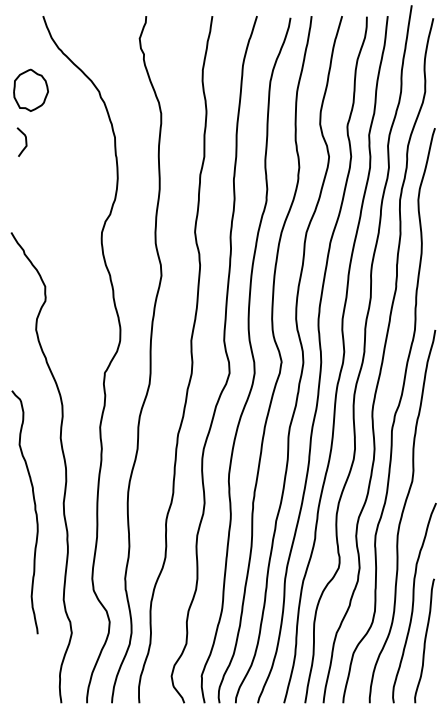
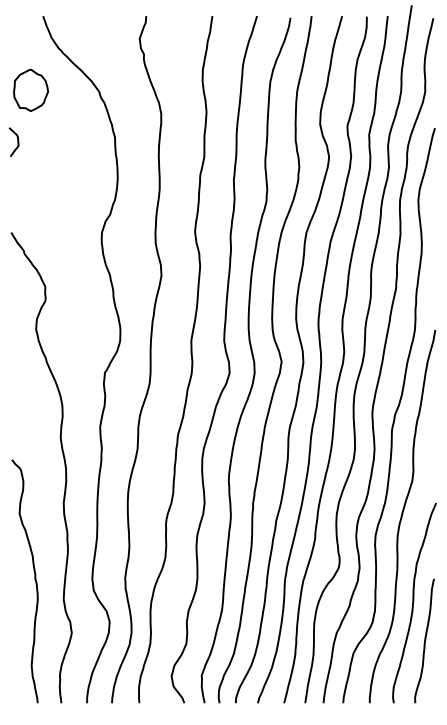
curve at (25, 141) position: (25, 141) -> (17, 141)
curve at (34, 511) position: (34, 511) -> (34, 580)
